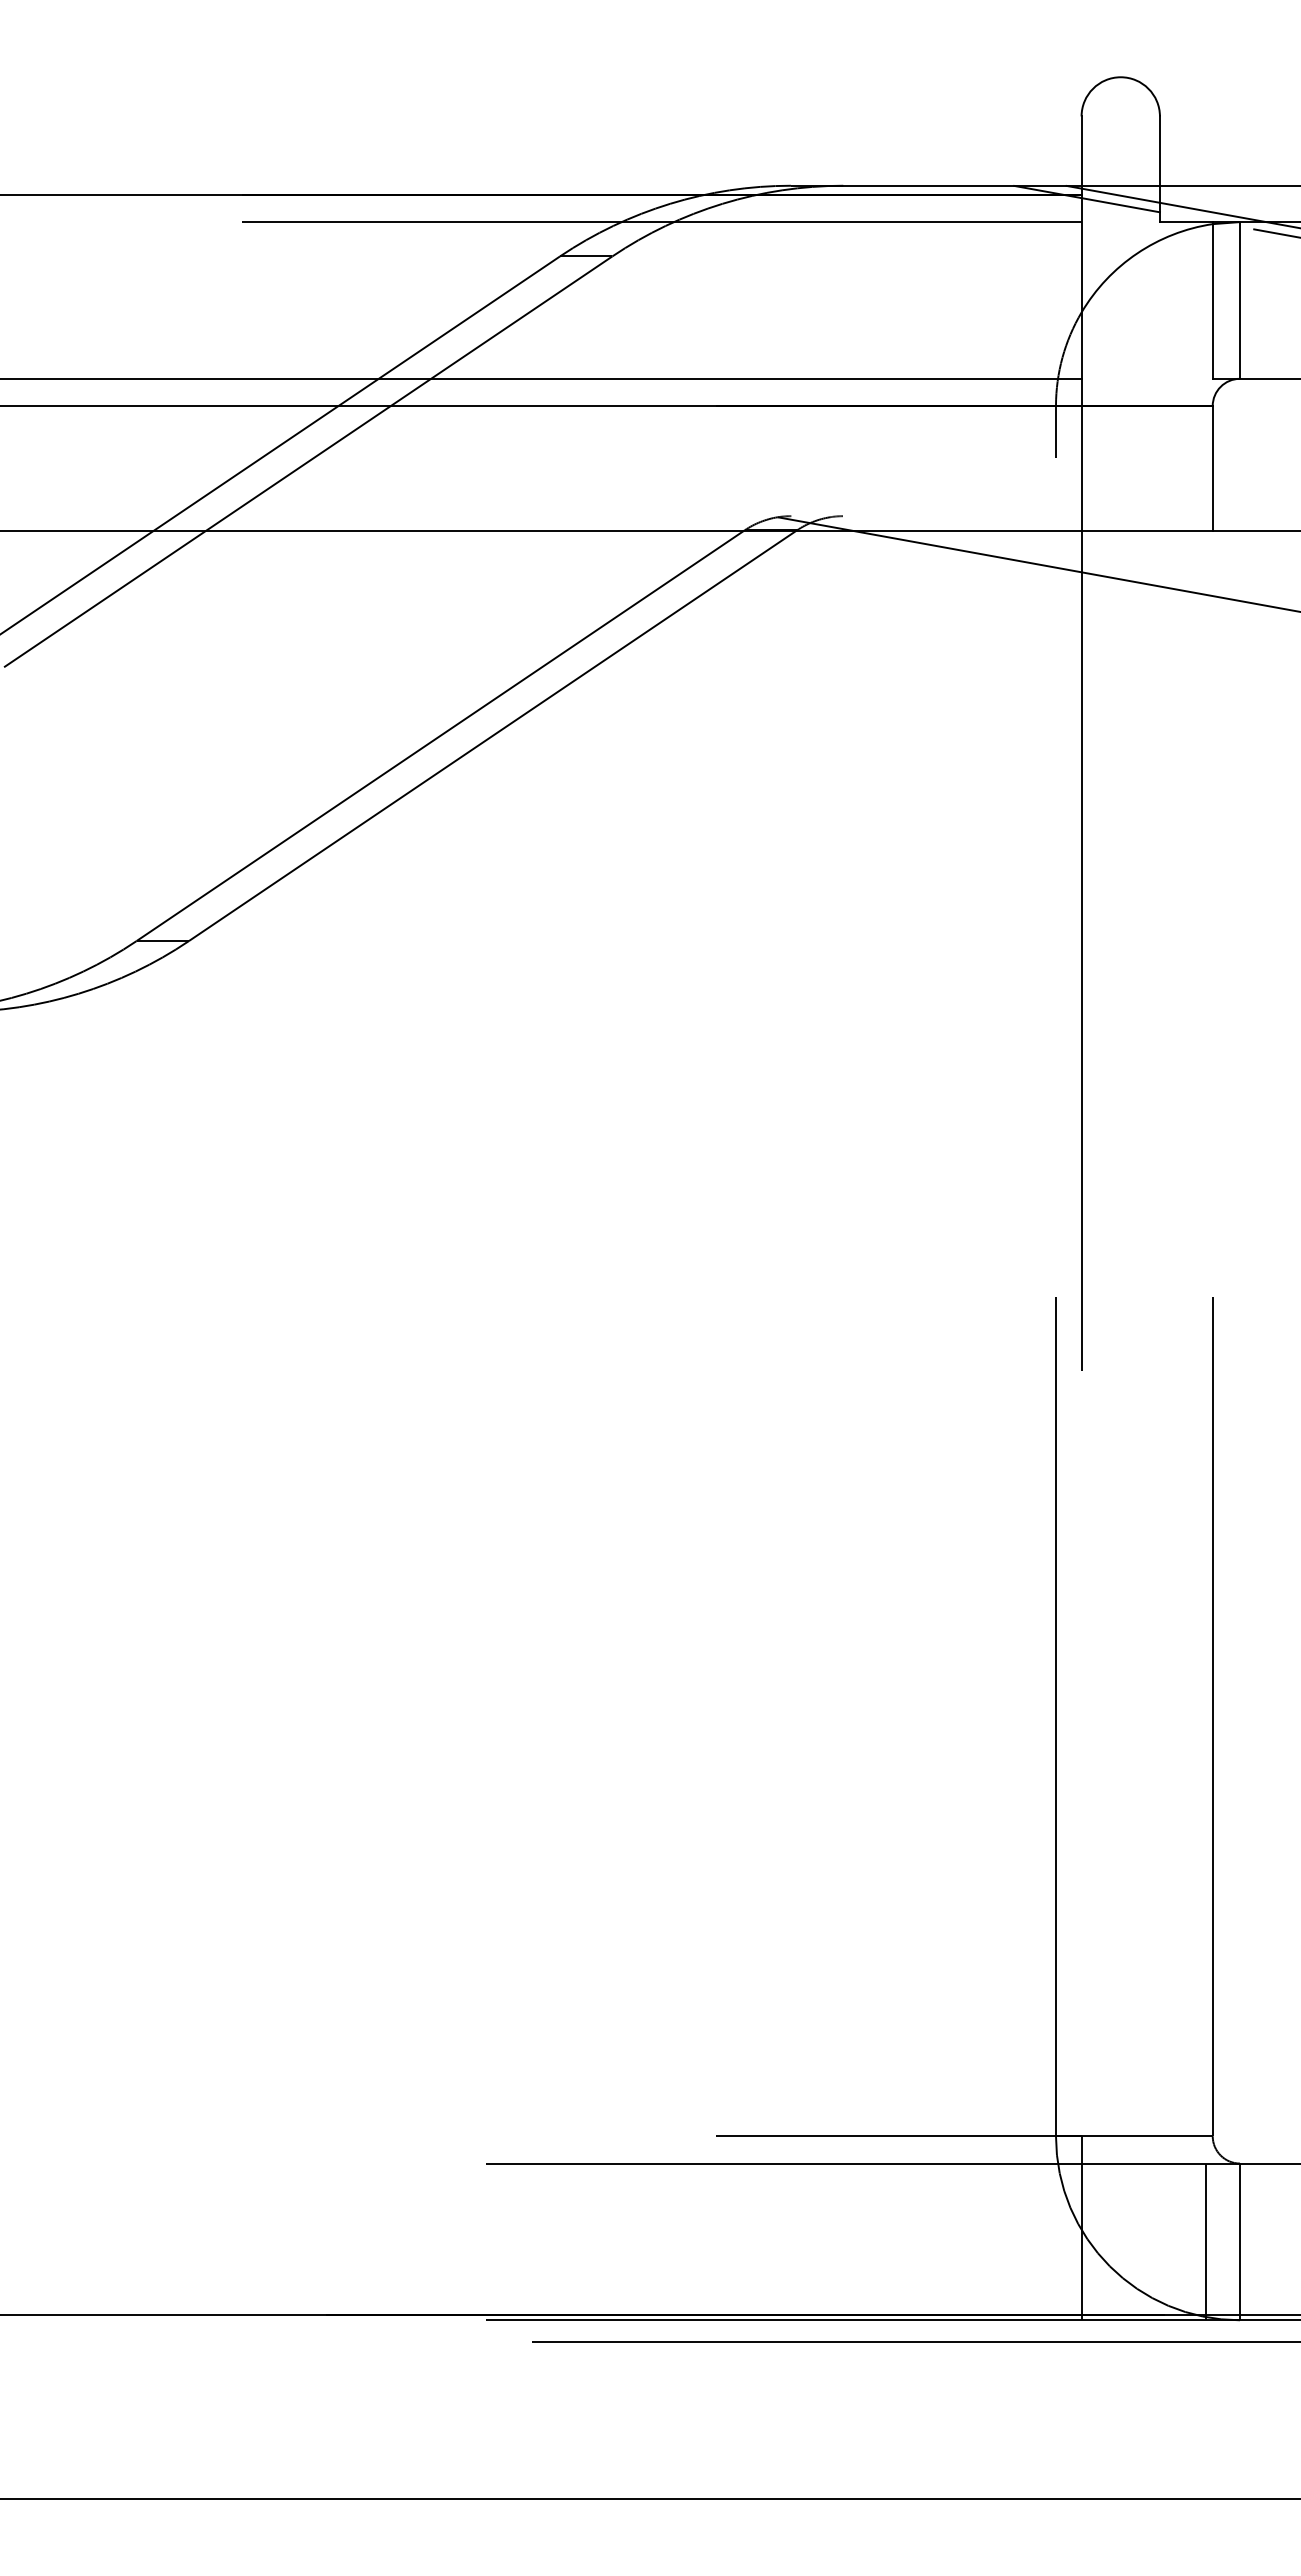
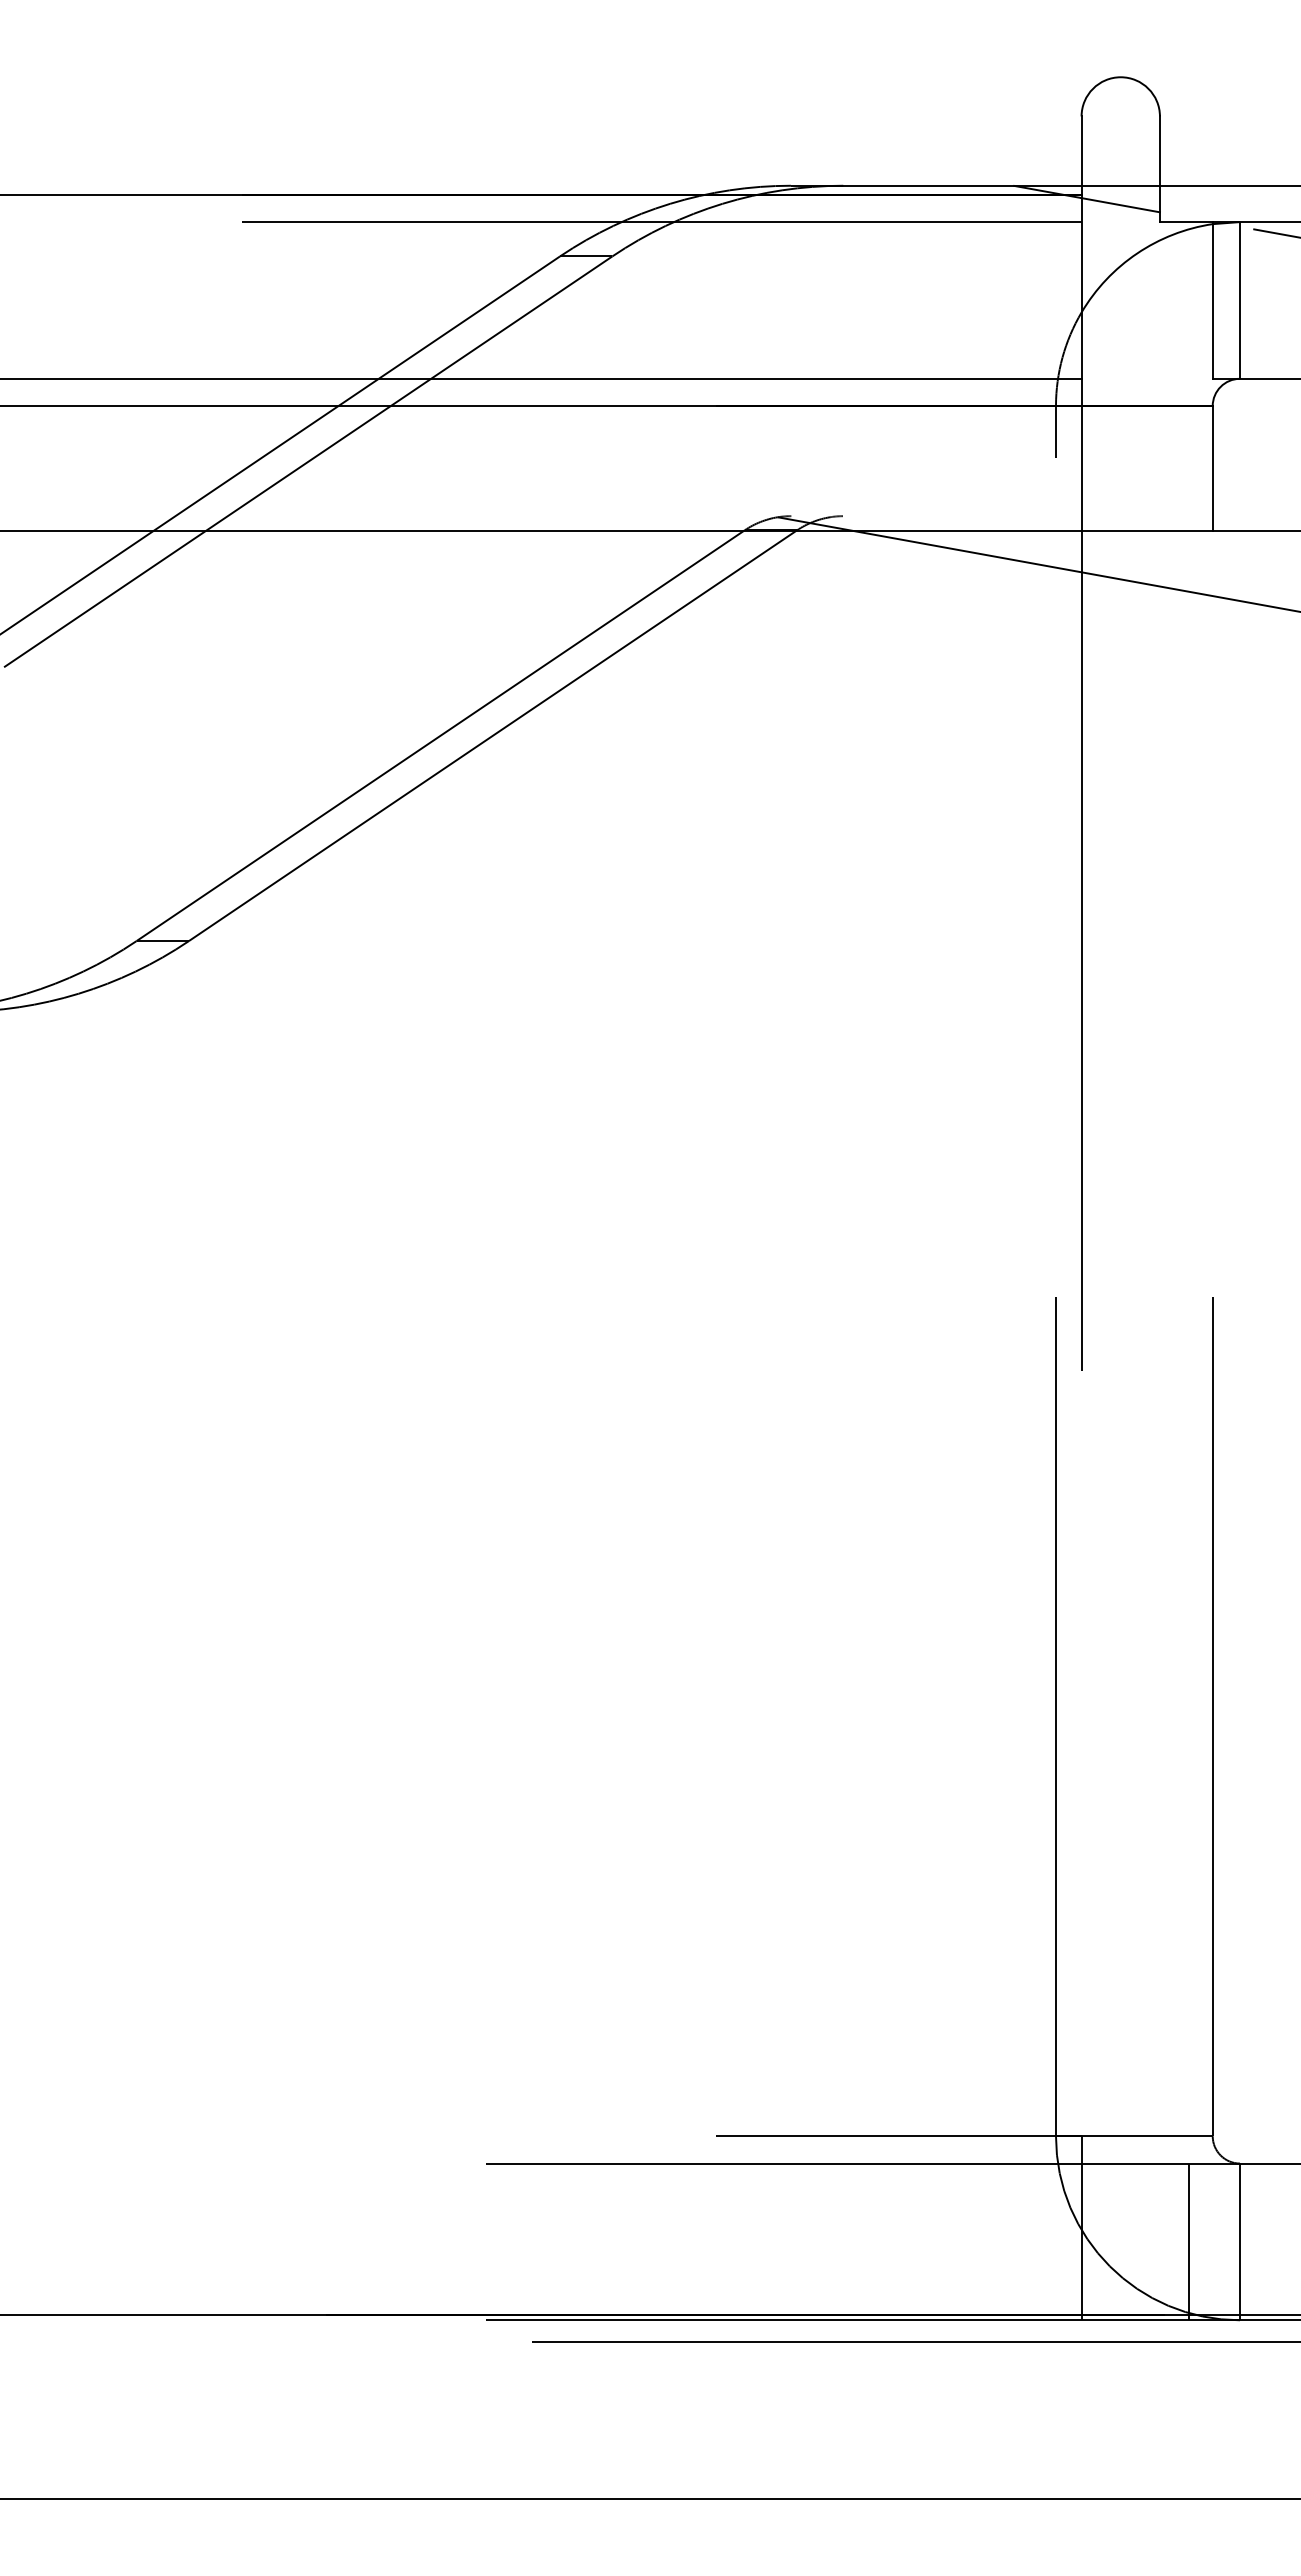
line at (1181, 206): present -> none
line at (1206, 2241) position: (1206, 2241) -> (1189, 2241)
